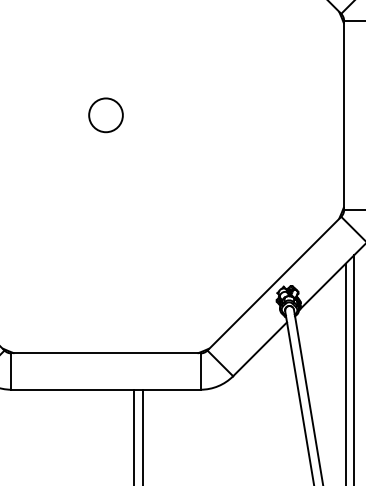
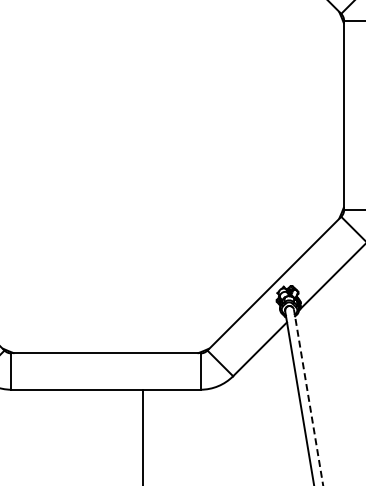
circle at (105, 115): present -> none
line at (354, 368): present -> none
line at (345, 372): present -> none
line at (308, 397): solid -> dashed
line at (134, 435): present -> none
